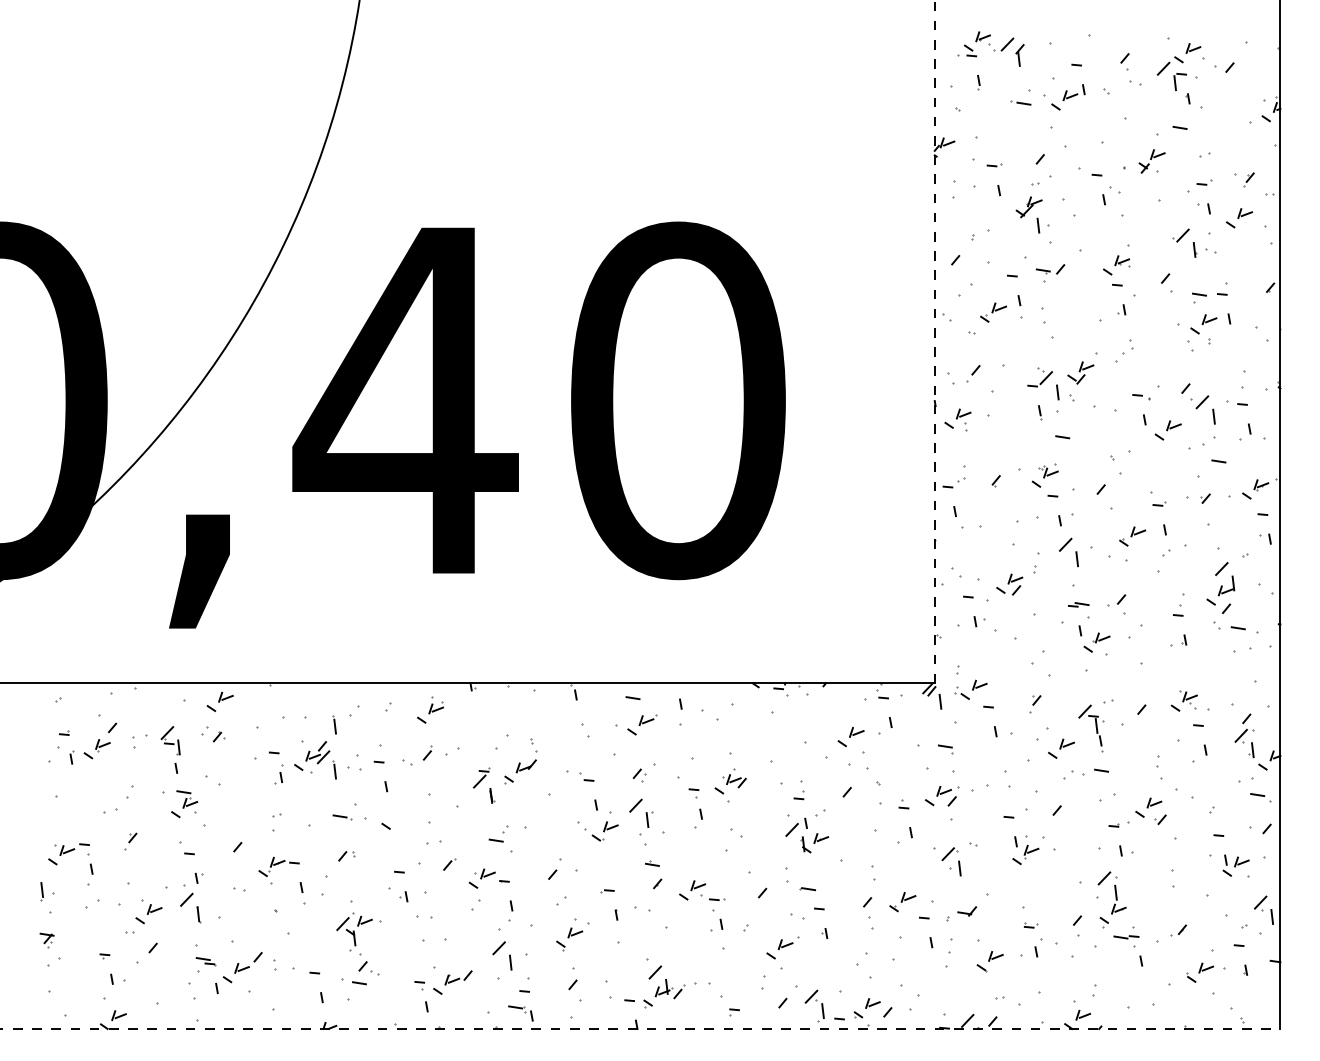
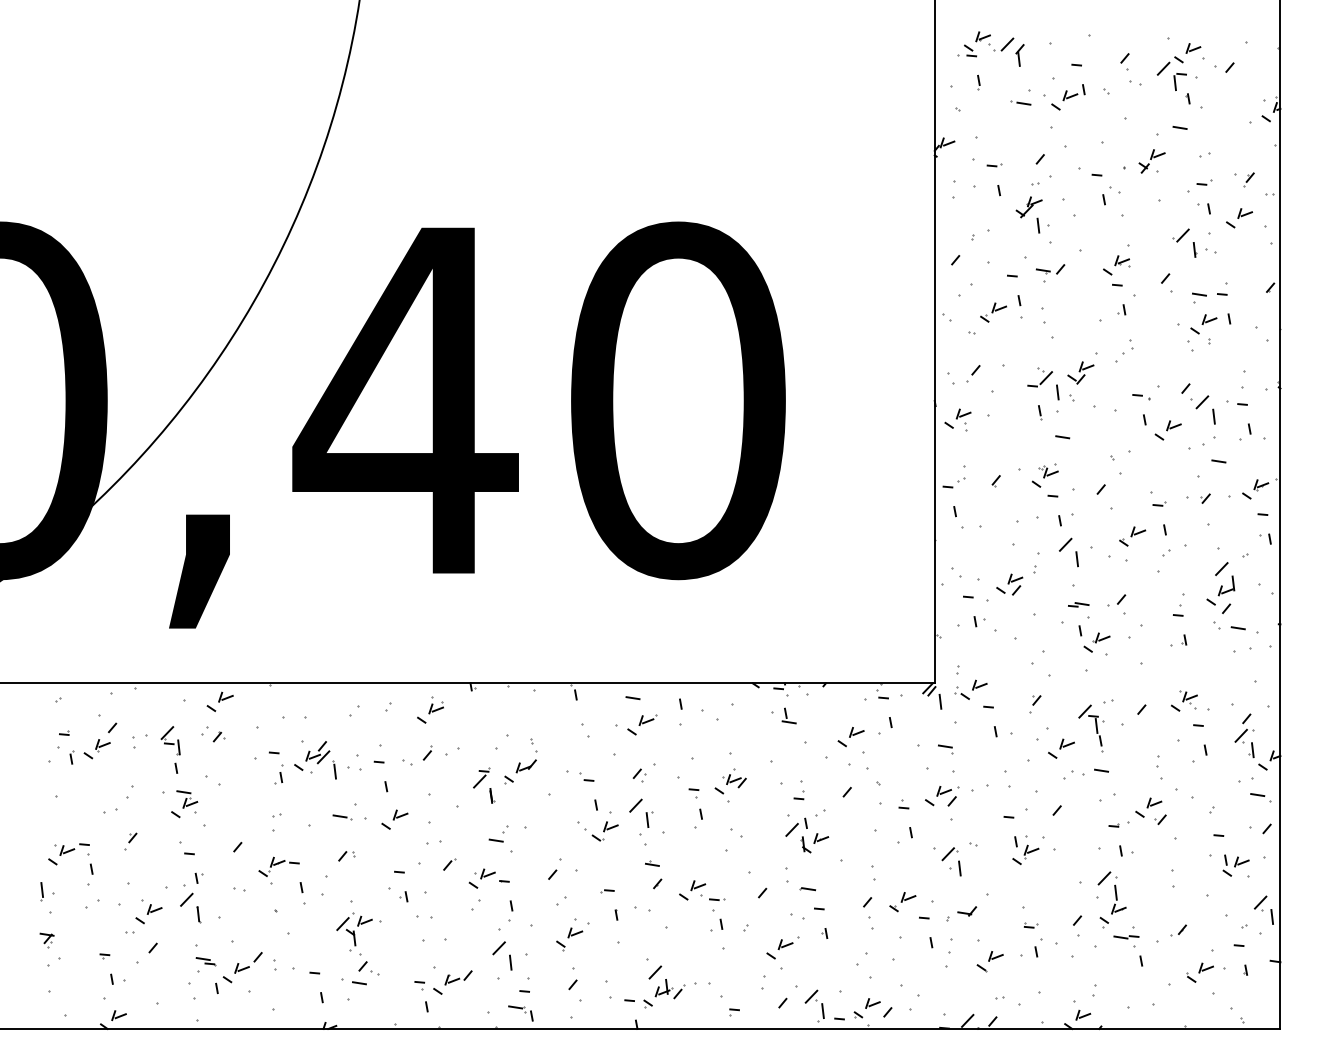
line at (934, 341): dashed -> solid
part at (788, 715): none -> present
line at (334, 724): present -> none
part at (400, 814): none -> present
line at (640, 1029): dashed -> solid
